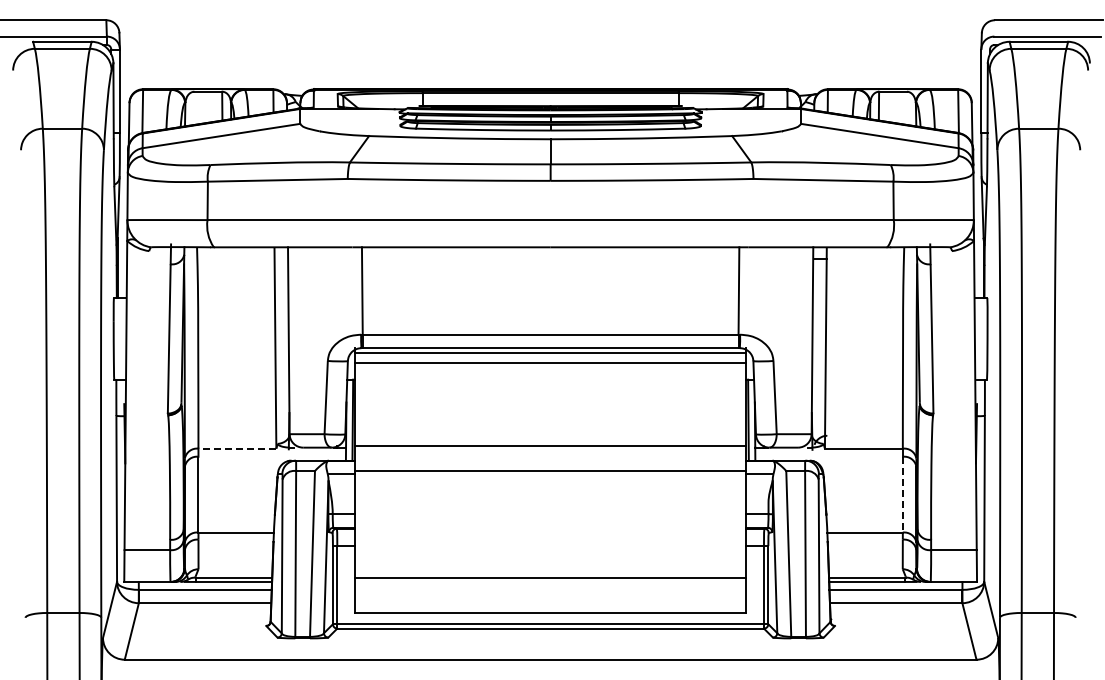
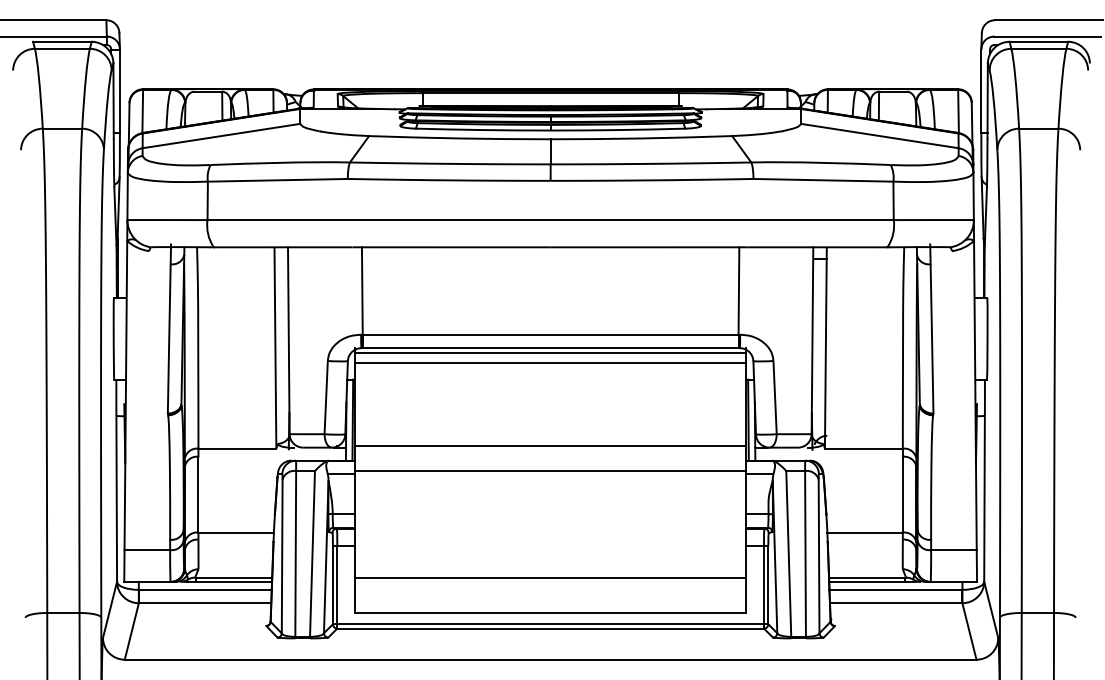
line at (237, 448): dashed -> solid
line at (902, 494): dashed -> solid
